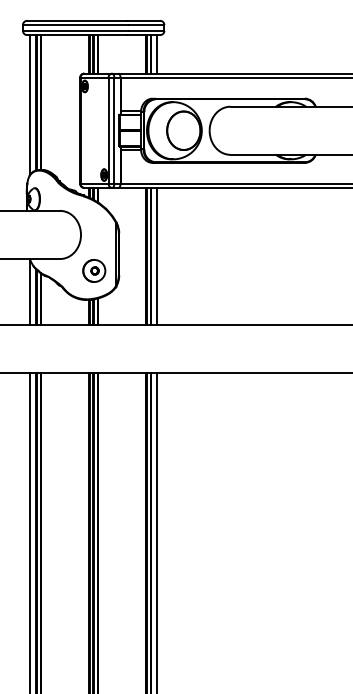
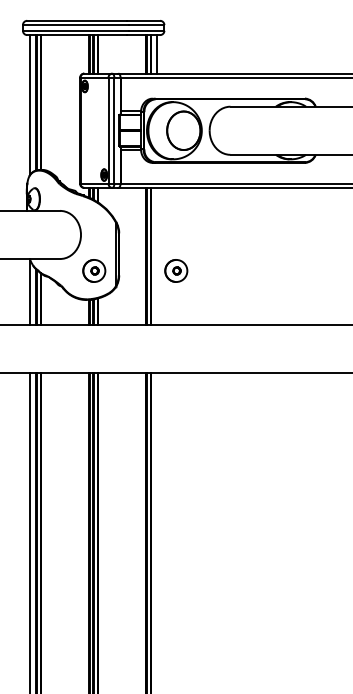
line at (157, 256): present -> none
part at (176, 270): none -> present
line at (157, 531): present -> none
